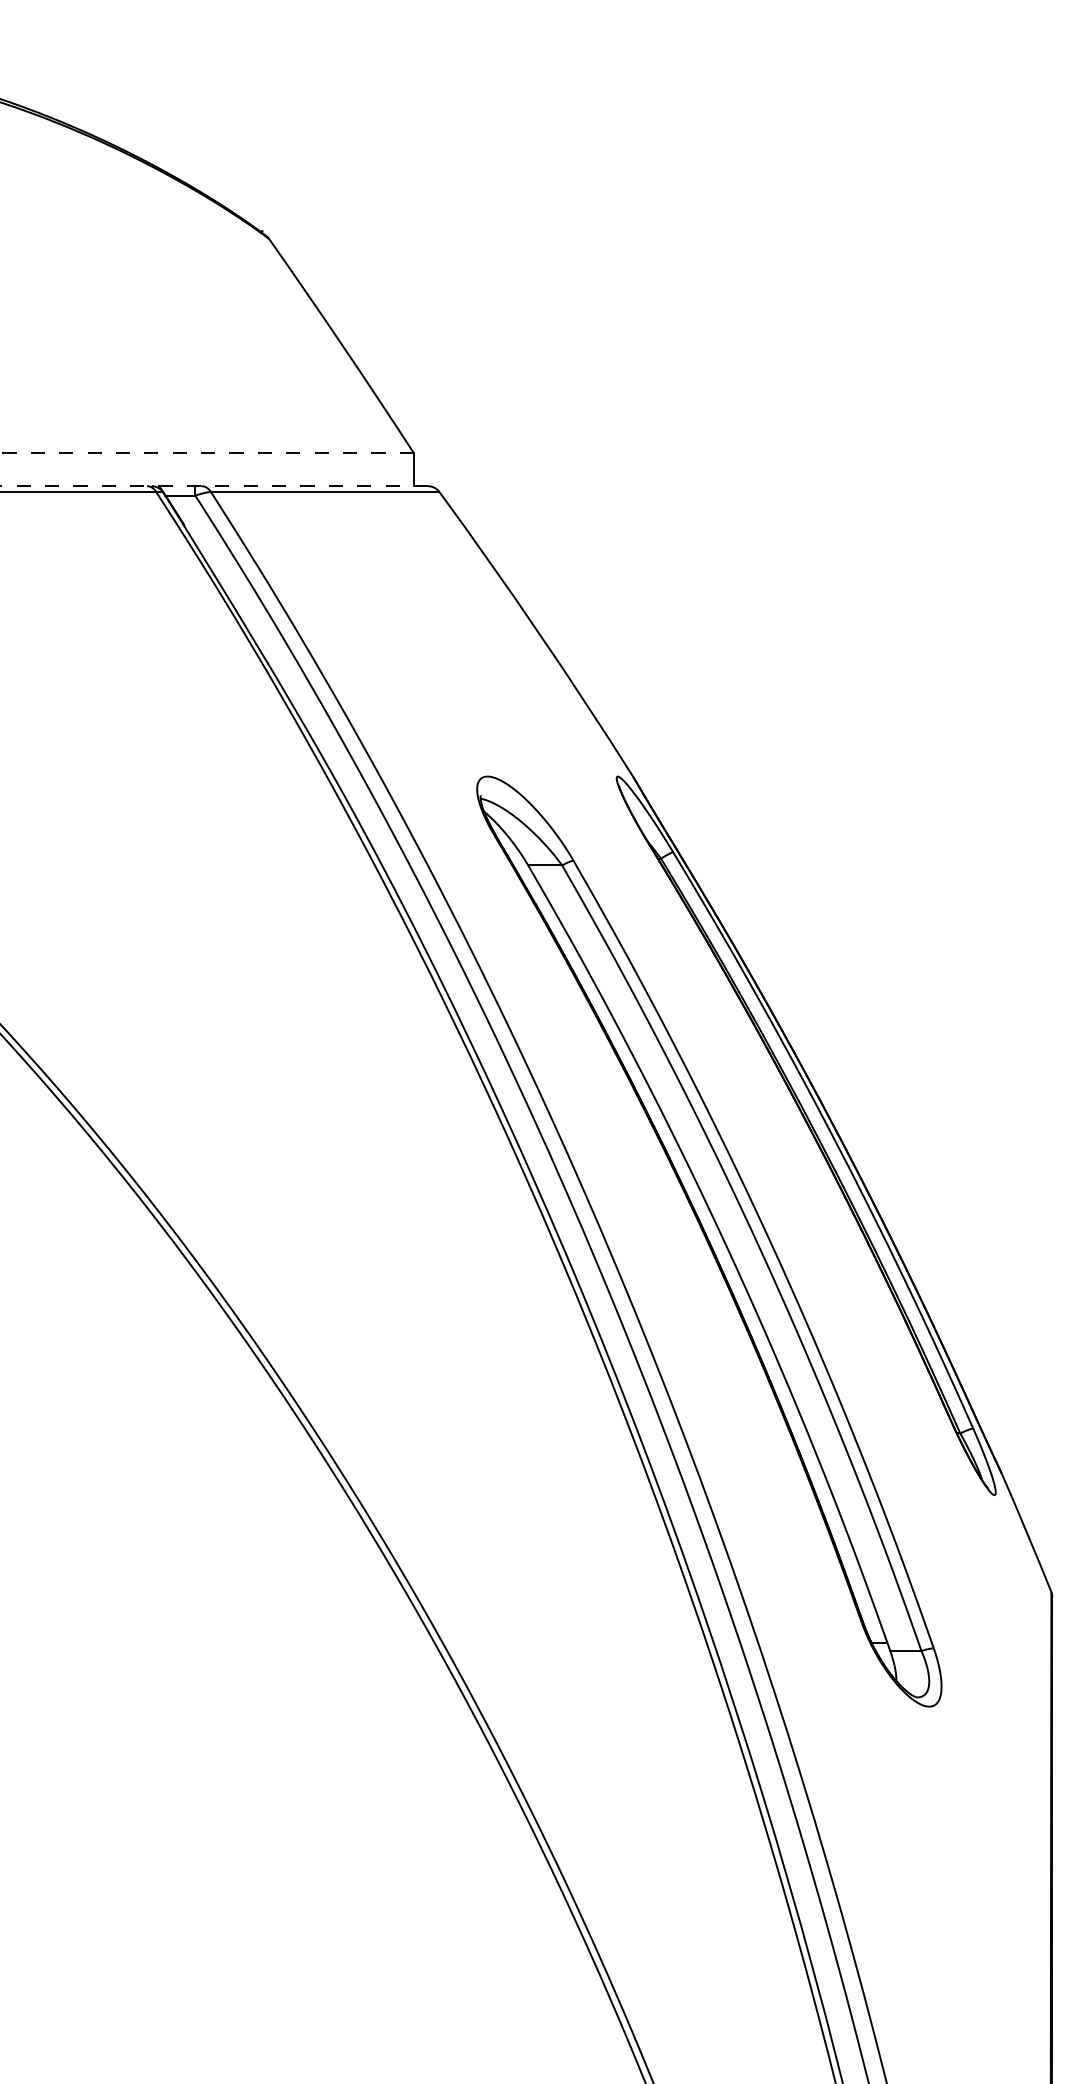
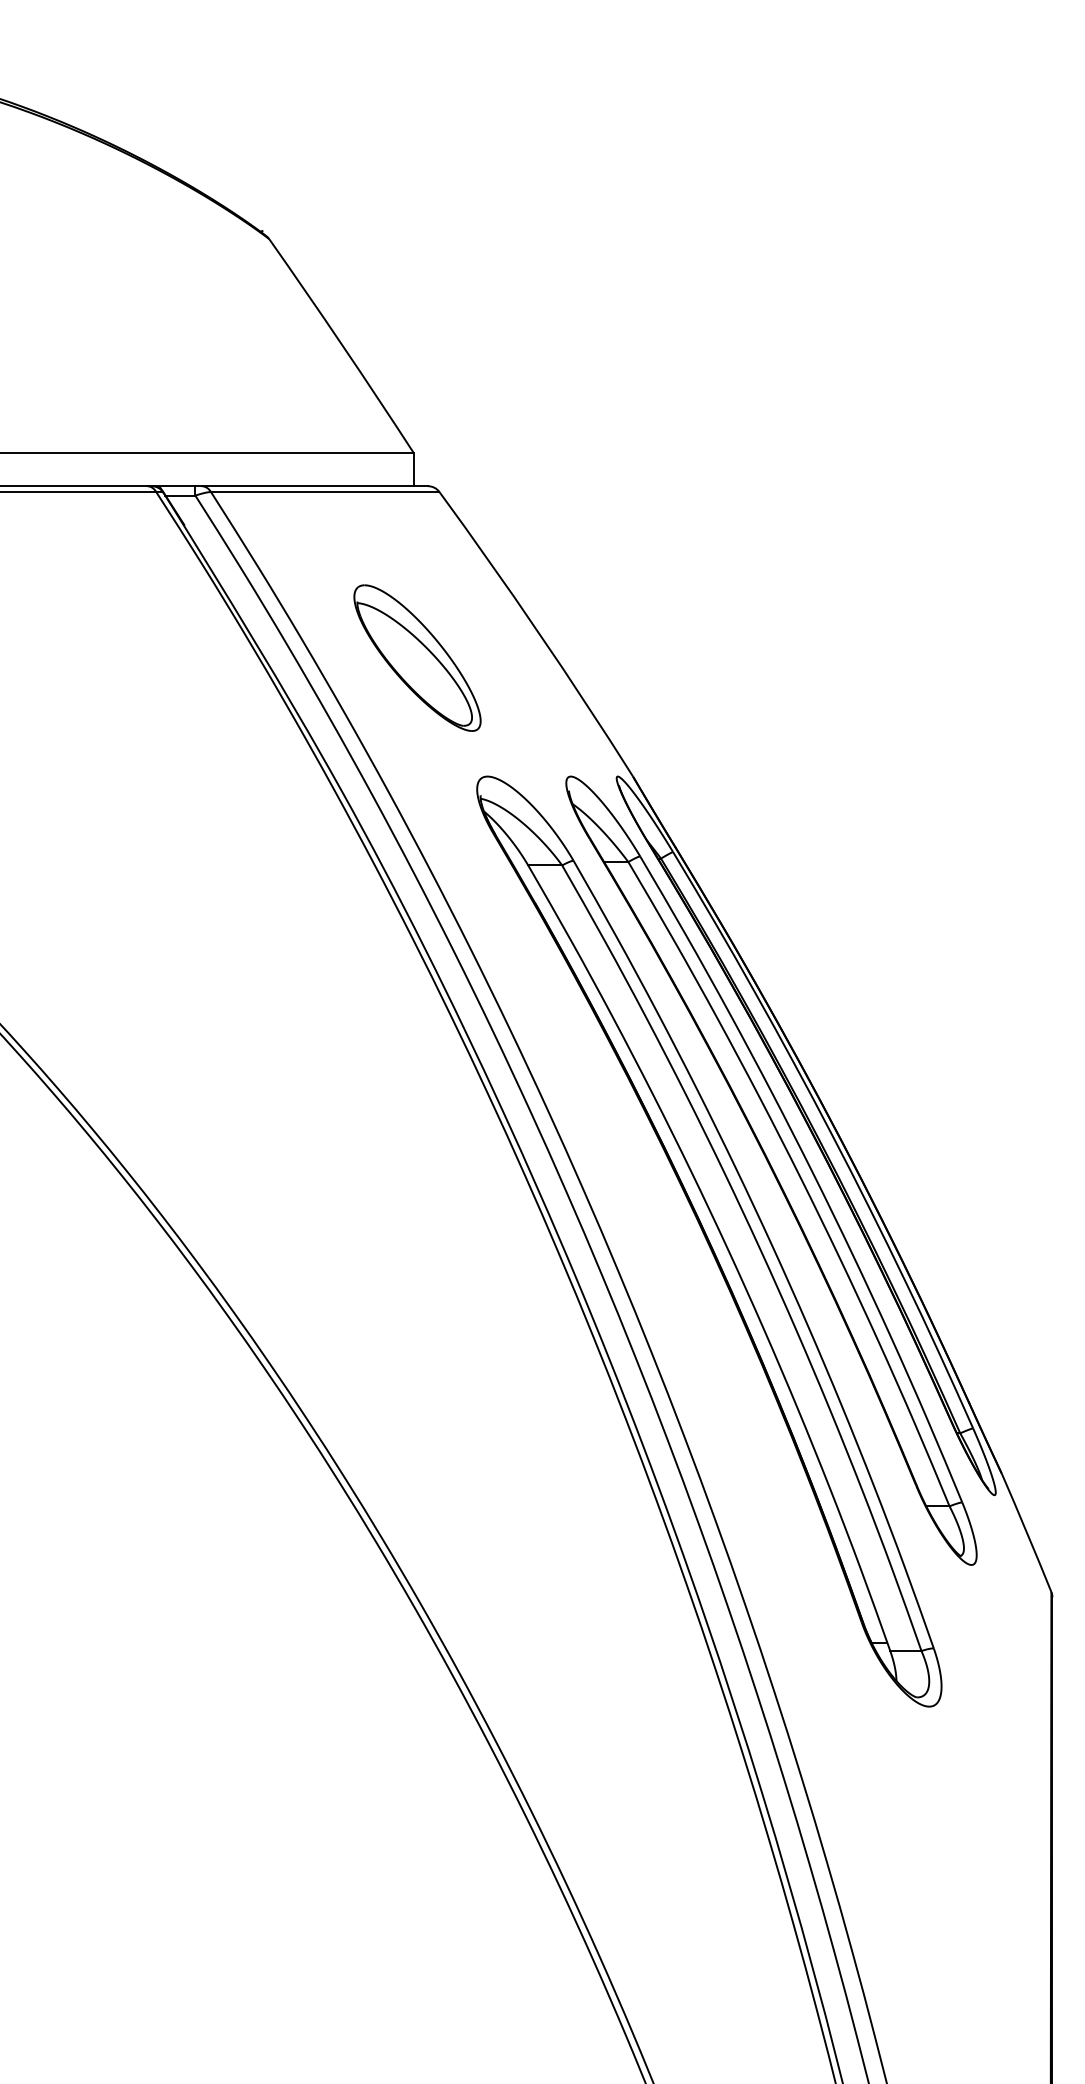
line at (206, 453): dashed -> solid
line at (214, 486): dashed -> solid
part at (417, 657): none -> present
part at (771, 1170): none -> present
